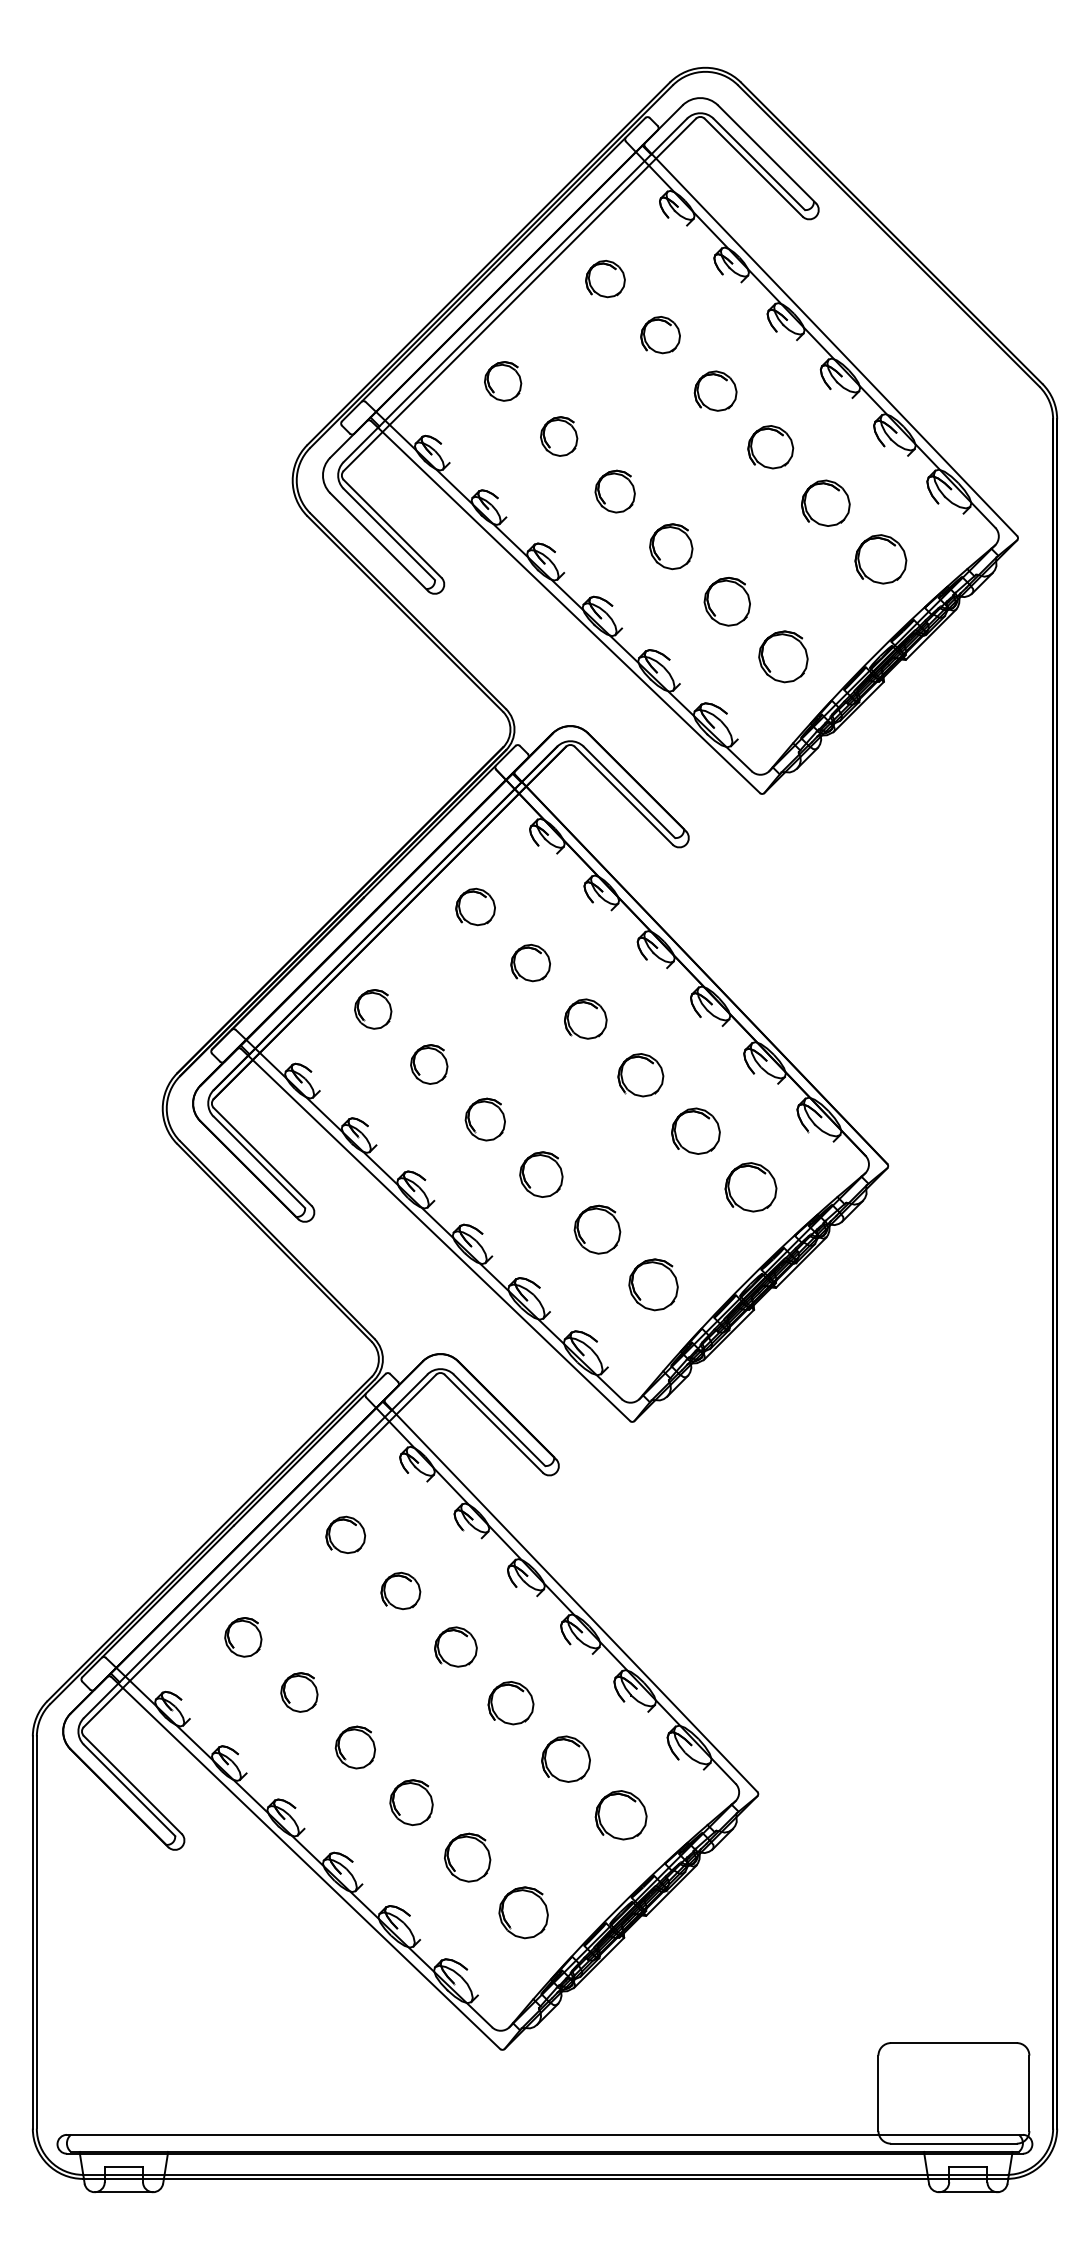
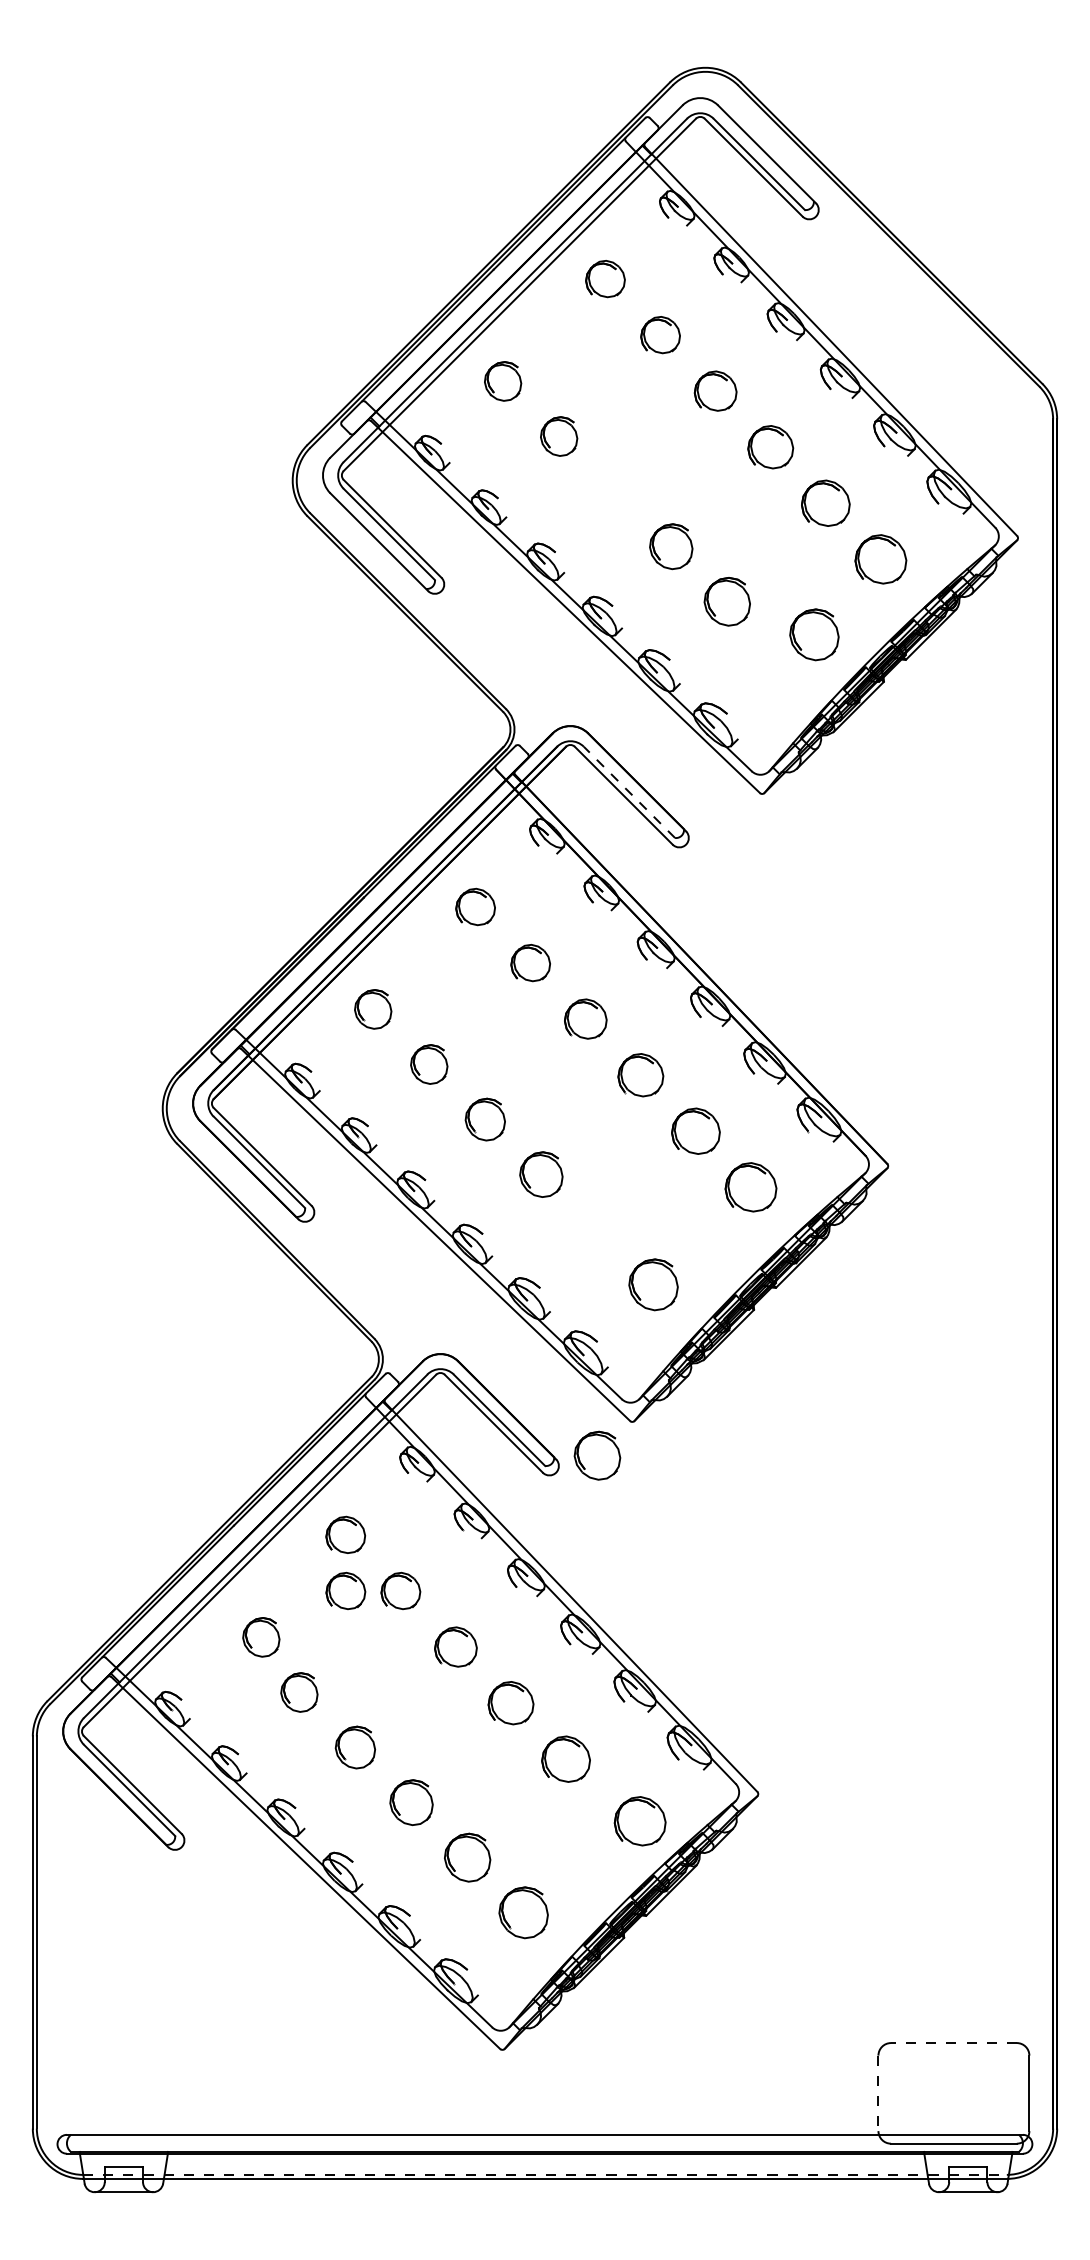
part at (614, 491): present -> none
part at (783, 656) position: (783, 656) -> (814, 634)
line at (629, 792): solid -> dashed
part at (597, 1229) position: (597, 1229) -> (597, 1455)
part at (345, 1590): none -> present
part at (243, 1637) position: (243, 1637) -> (261, 1637)
part at (620, 1815) position: (620, 1815) -> (639, 1821)
line at (953, 2043): solid -> dashed
line at (878, 2093): solid -> dashed
line at (544, 2174): solid -> dashed
